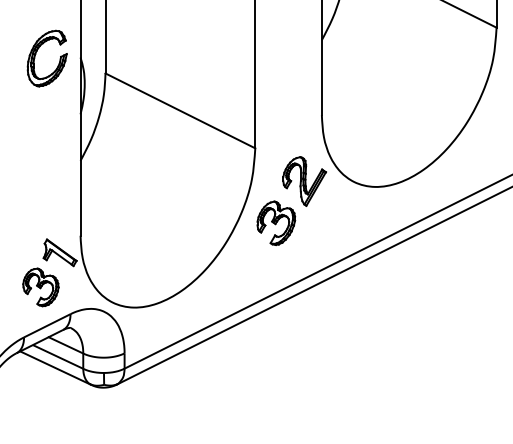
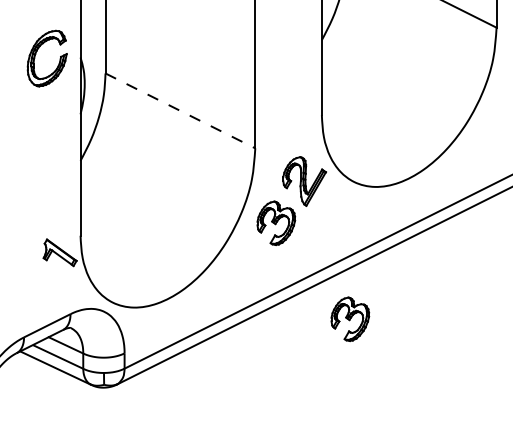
line at (180, 110): solid -> dashed
part at (40, 287): present -> none
part at (350, 318): none -> present
